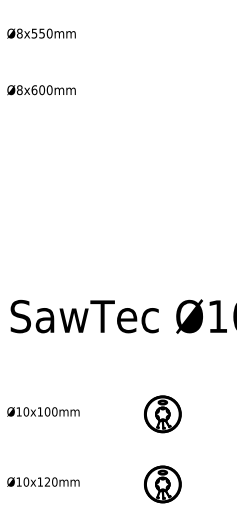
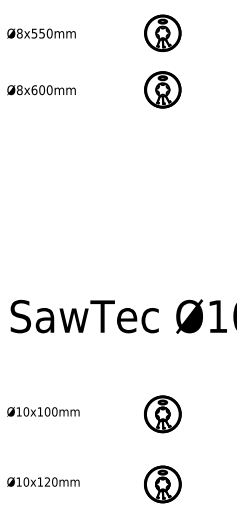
part at (162, 32): none -> present
part at (162, 89): none -> present
